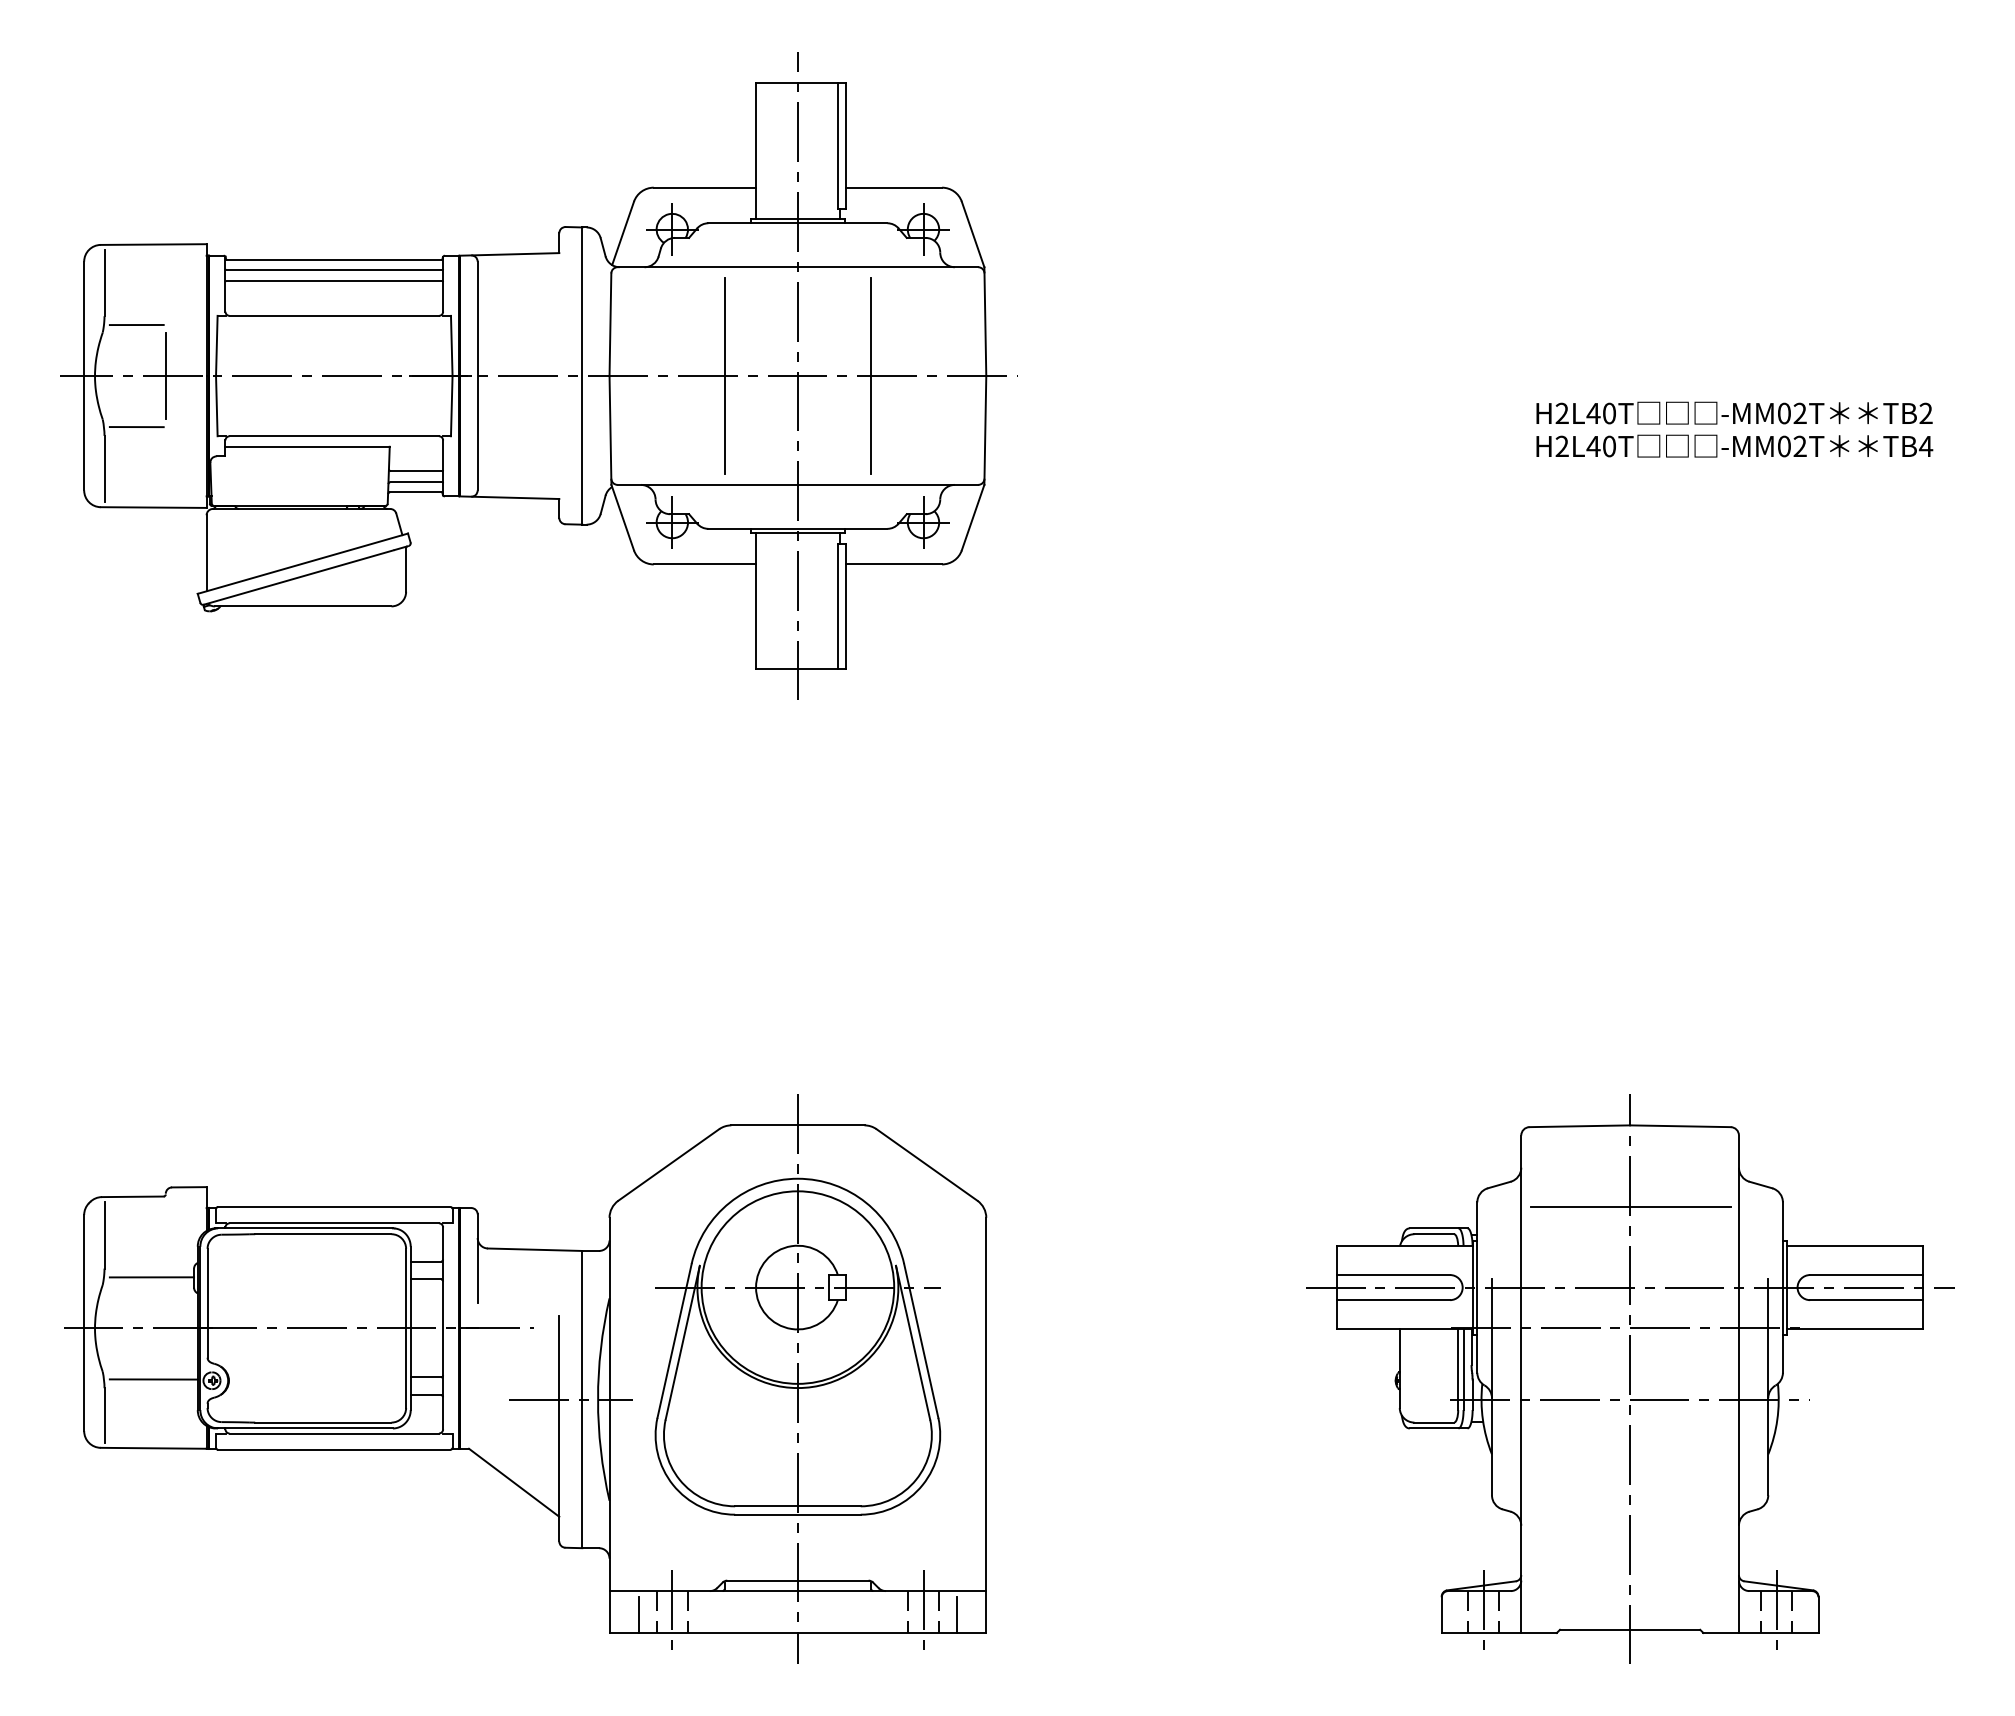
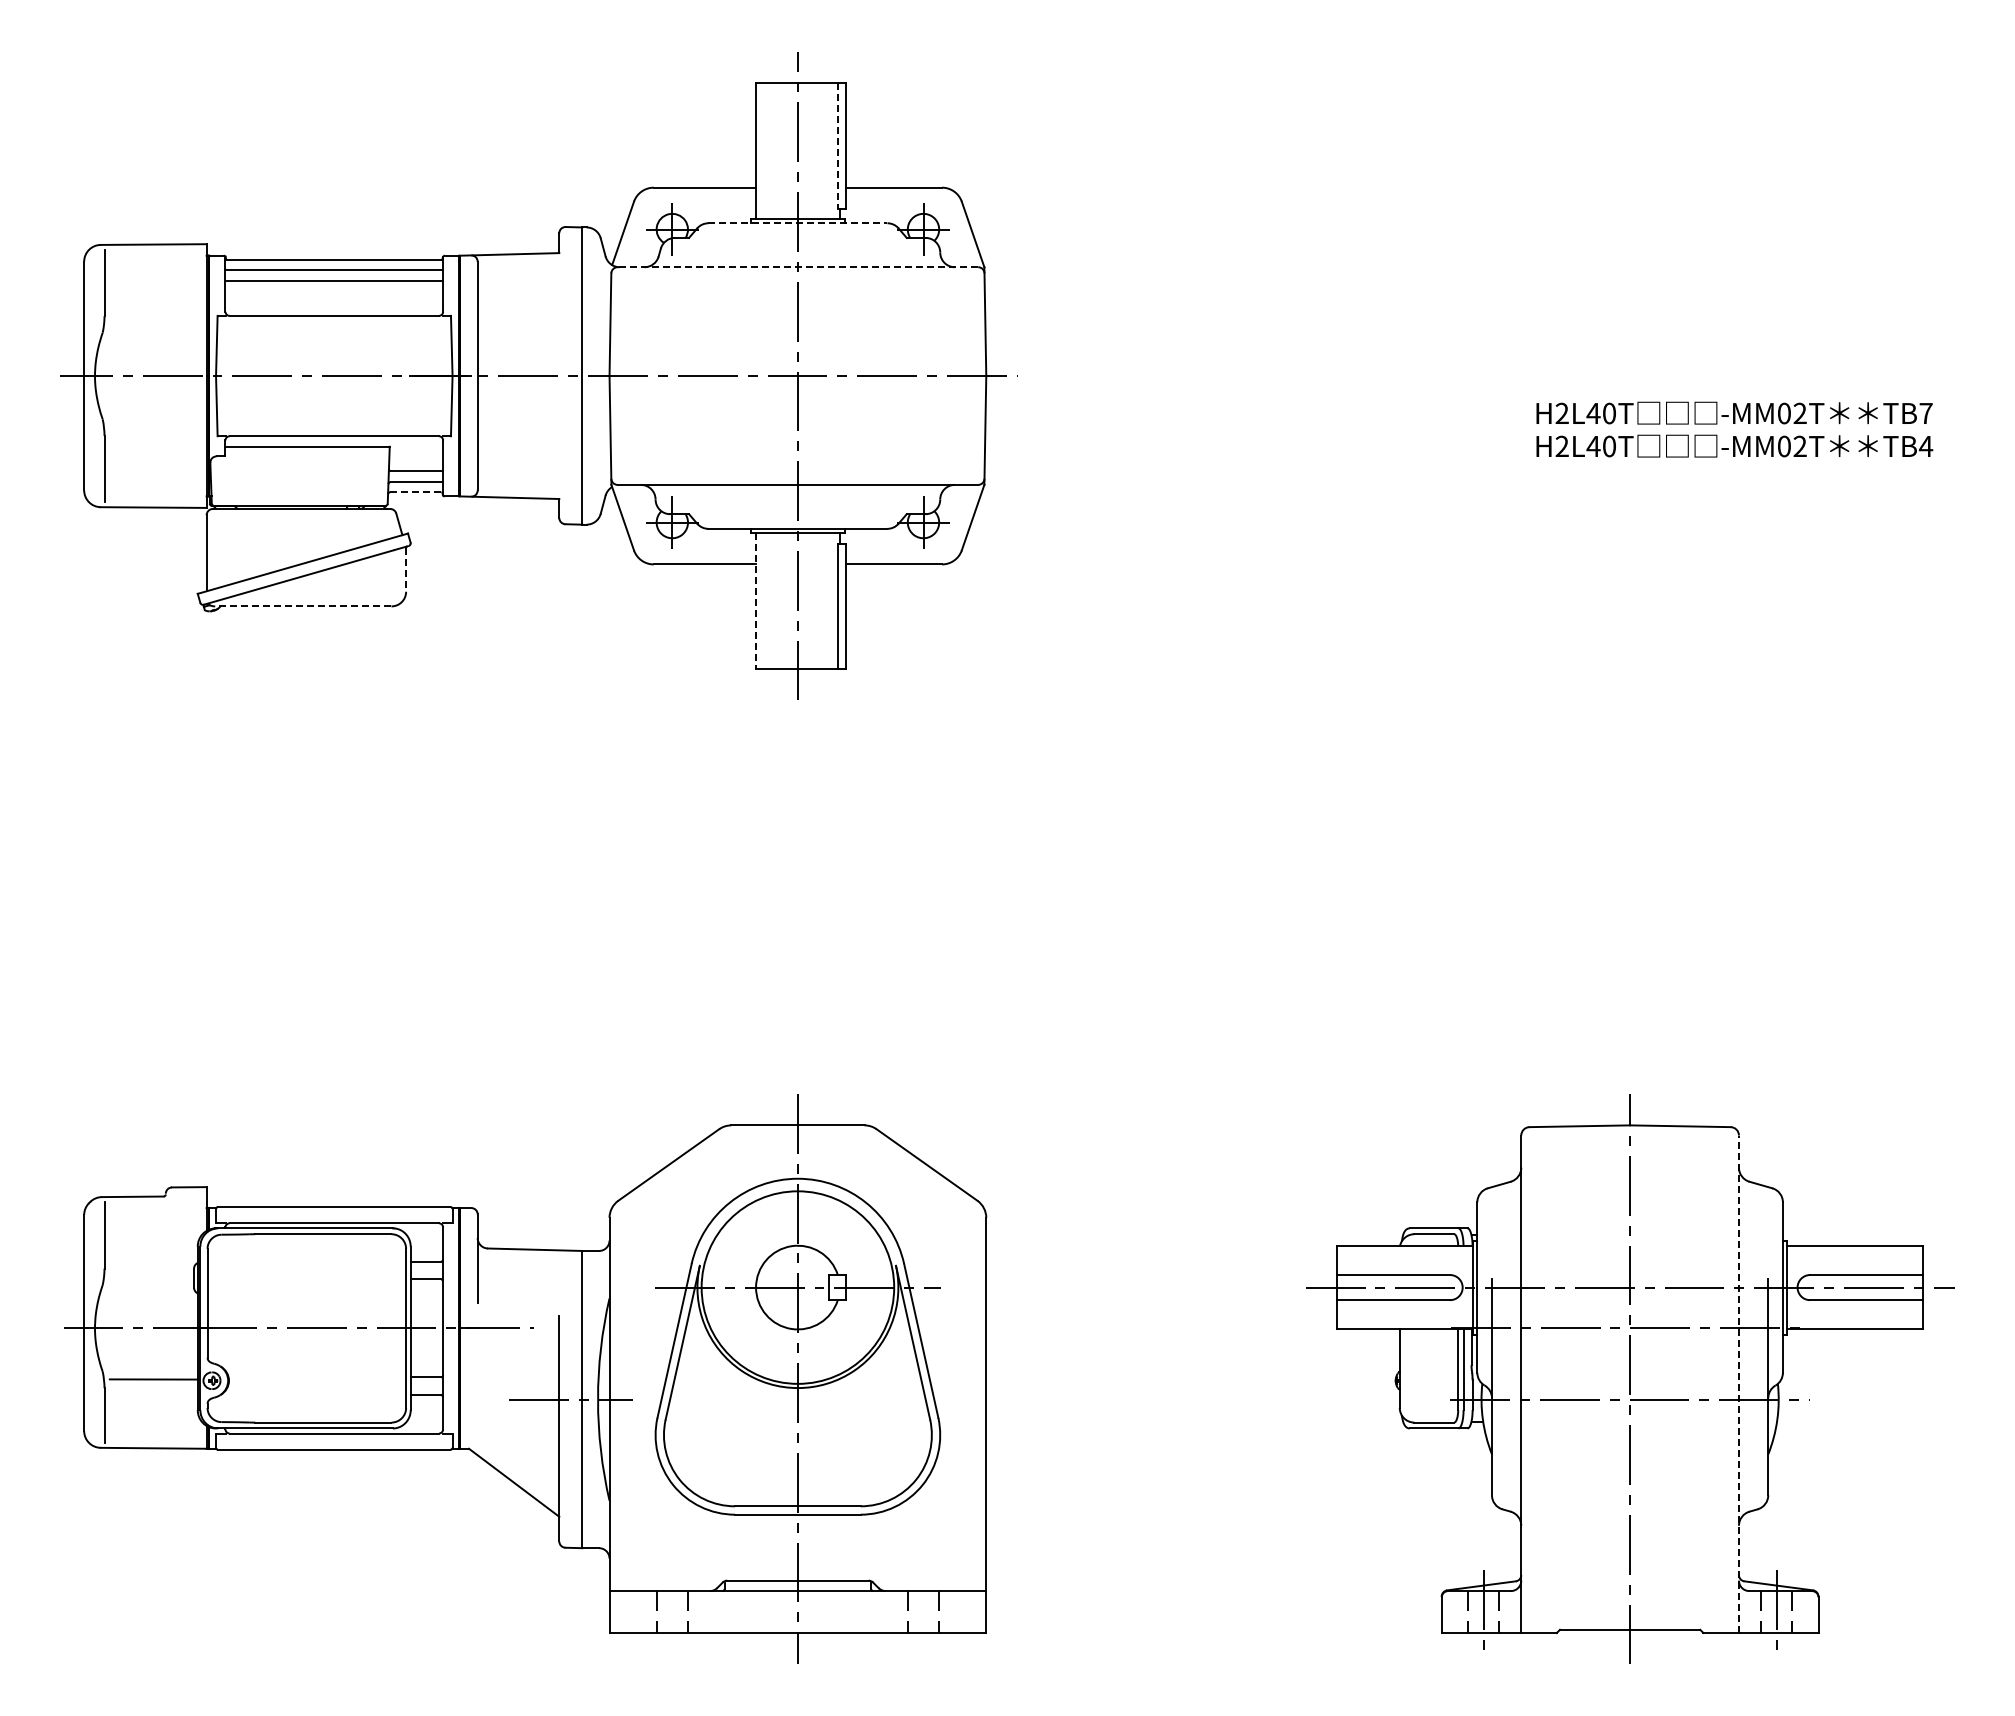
line at (837, 145): solid -> dashed
line at (797, 223): solid -> dashed
line at (797, 267): solid -> dashed
line at (136, 324): present -> none
line at (165, 375): present -> none
line at (724, 375): present -> none
line at (871, 375): present -> none
text at (1925, 412): TB2 -> TB7
line at (136, 427): present -> none
line at (415, 492): solid -> dashed
line at (406, 569): solid -> dashed
line at (756, 601): solid -> dashed
line at (302, 606): solid -> dashed
line at (1630, 1207): present -> none
line at (151, 1277): present -> none
line at (1738, 1384): solid -> dashed
line at (672, 1611): present -> none
line at (923, 1611): present -> none
line at (638, 1614): present -> none
line at (956, 1614): present -> none
